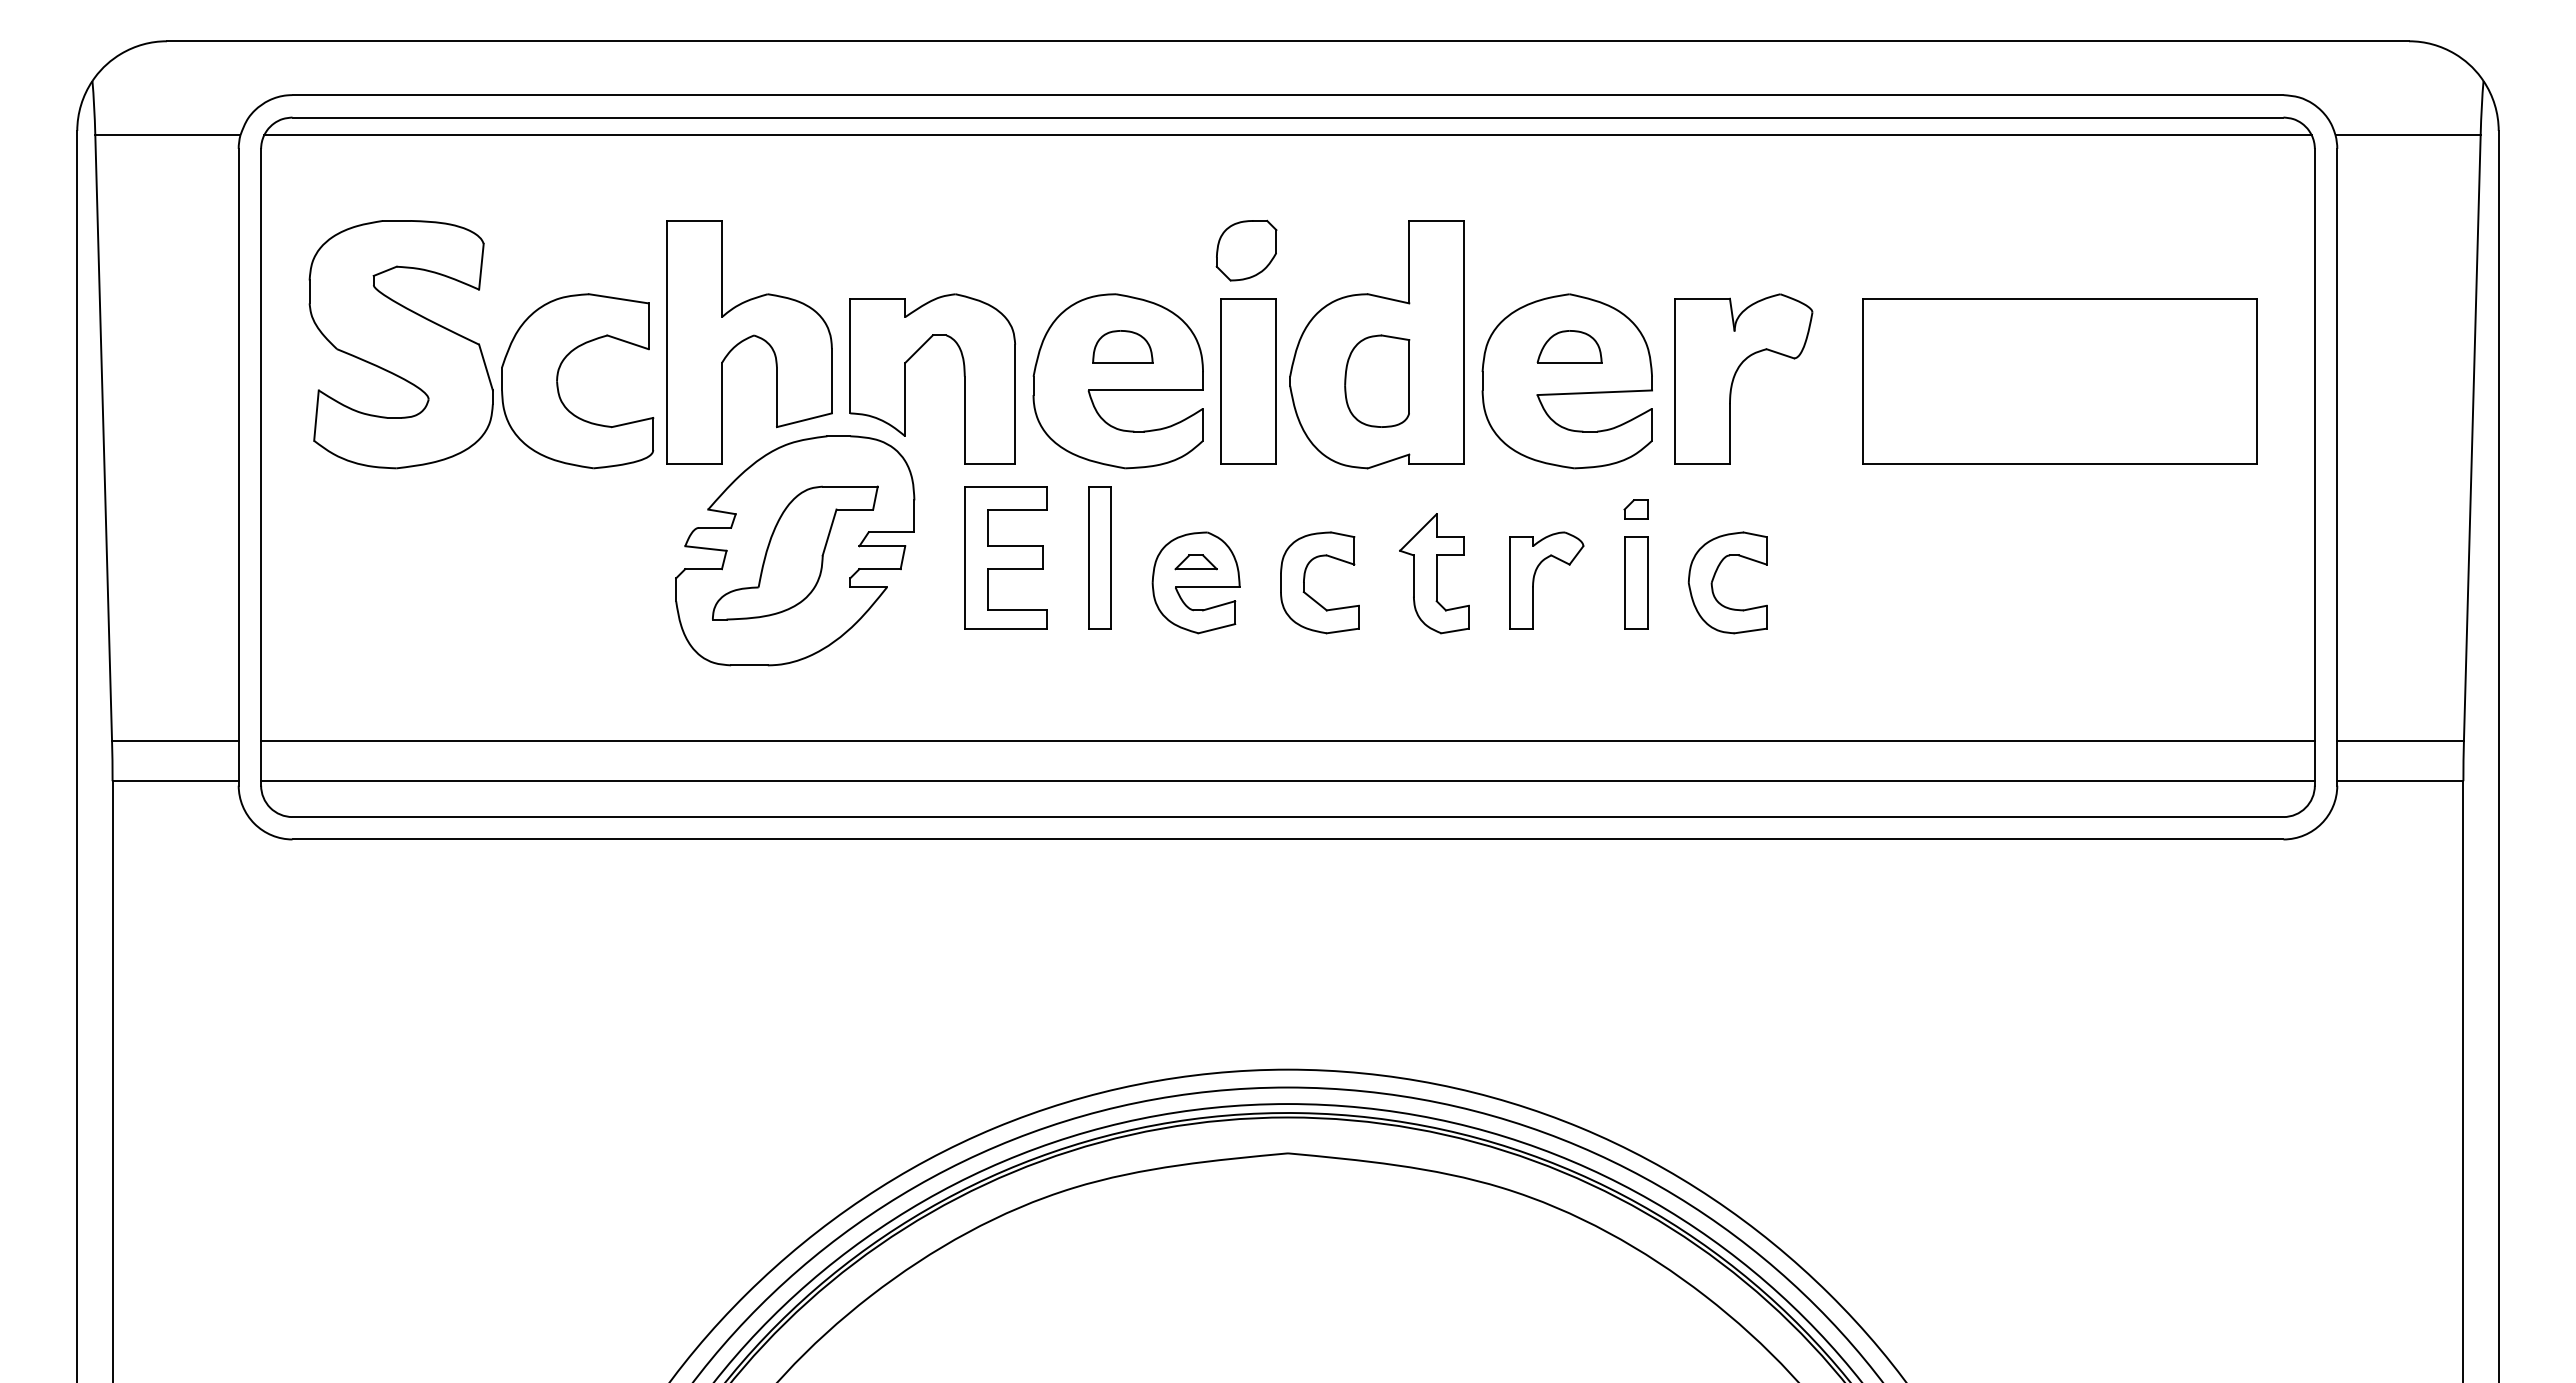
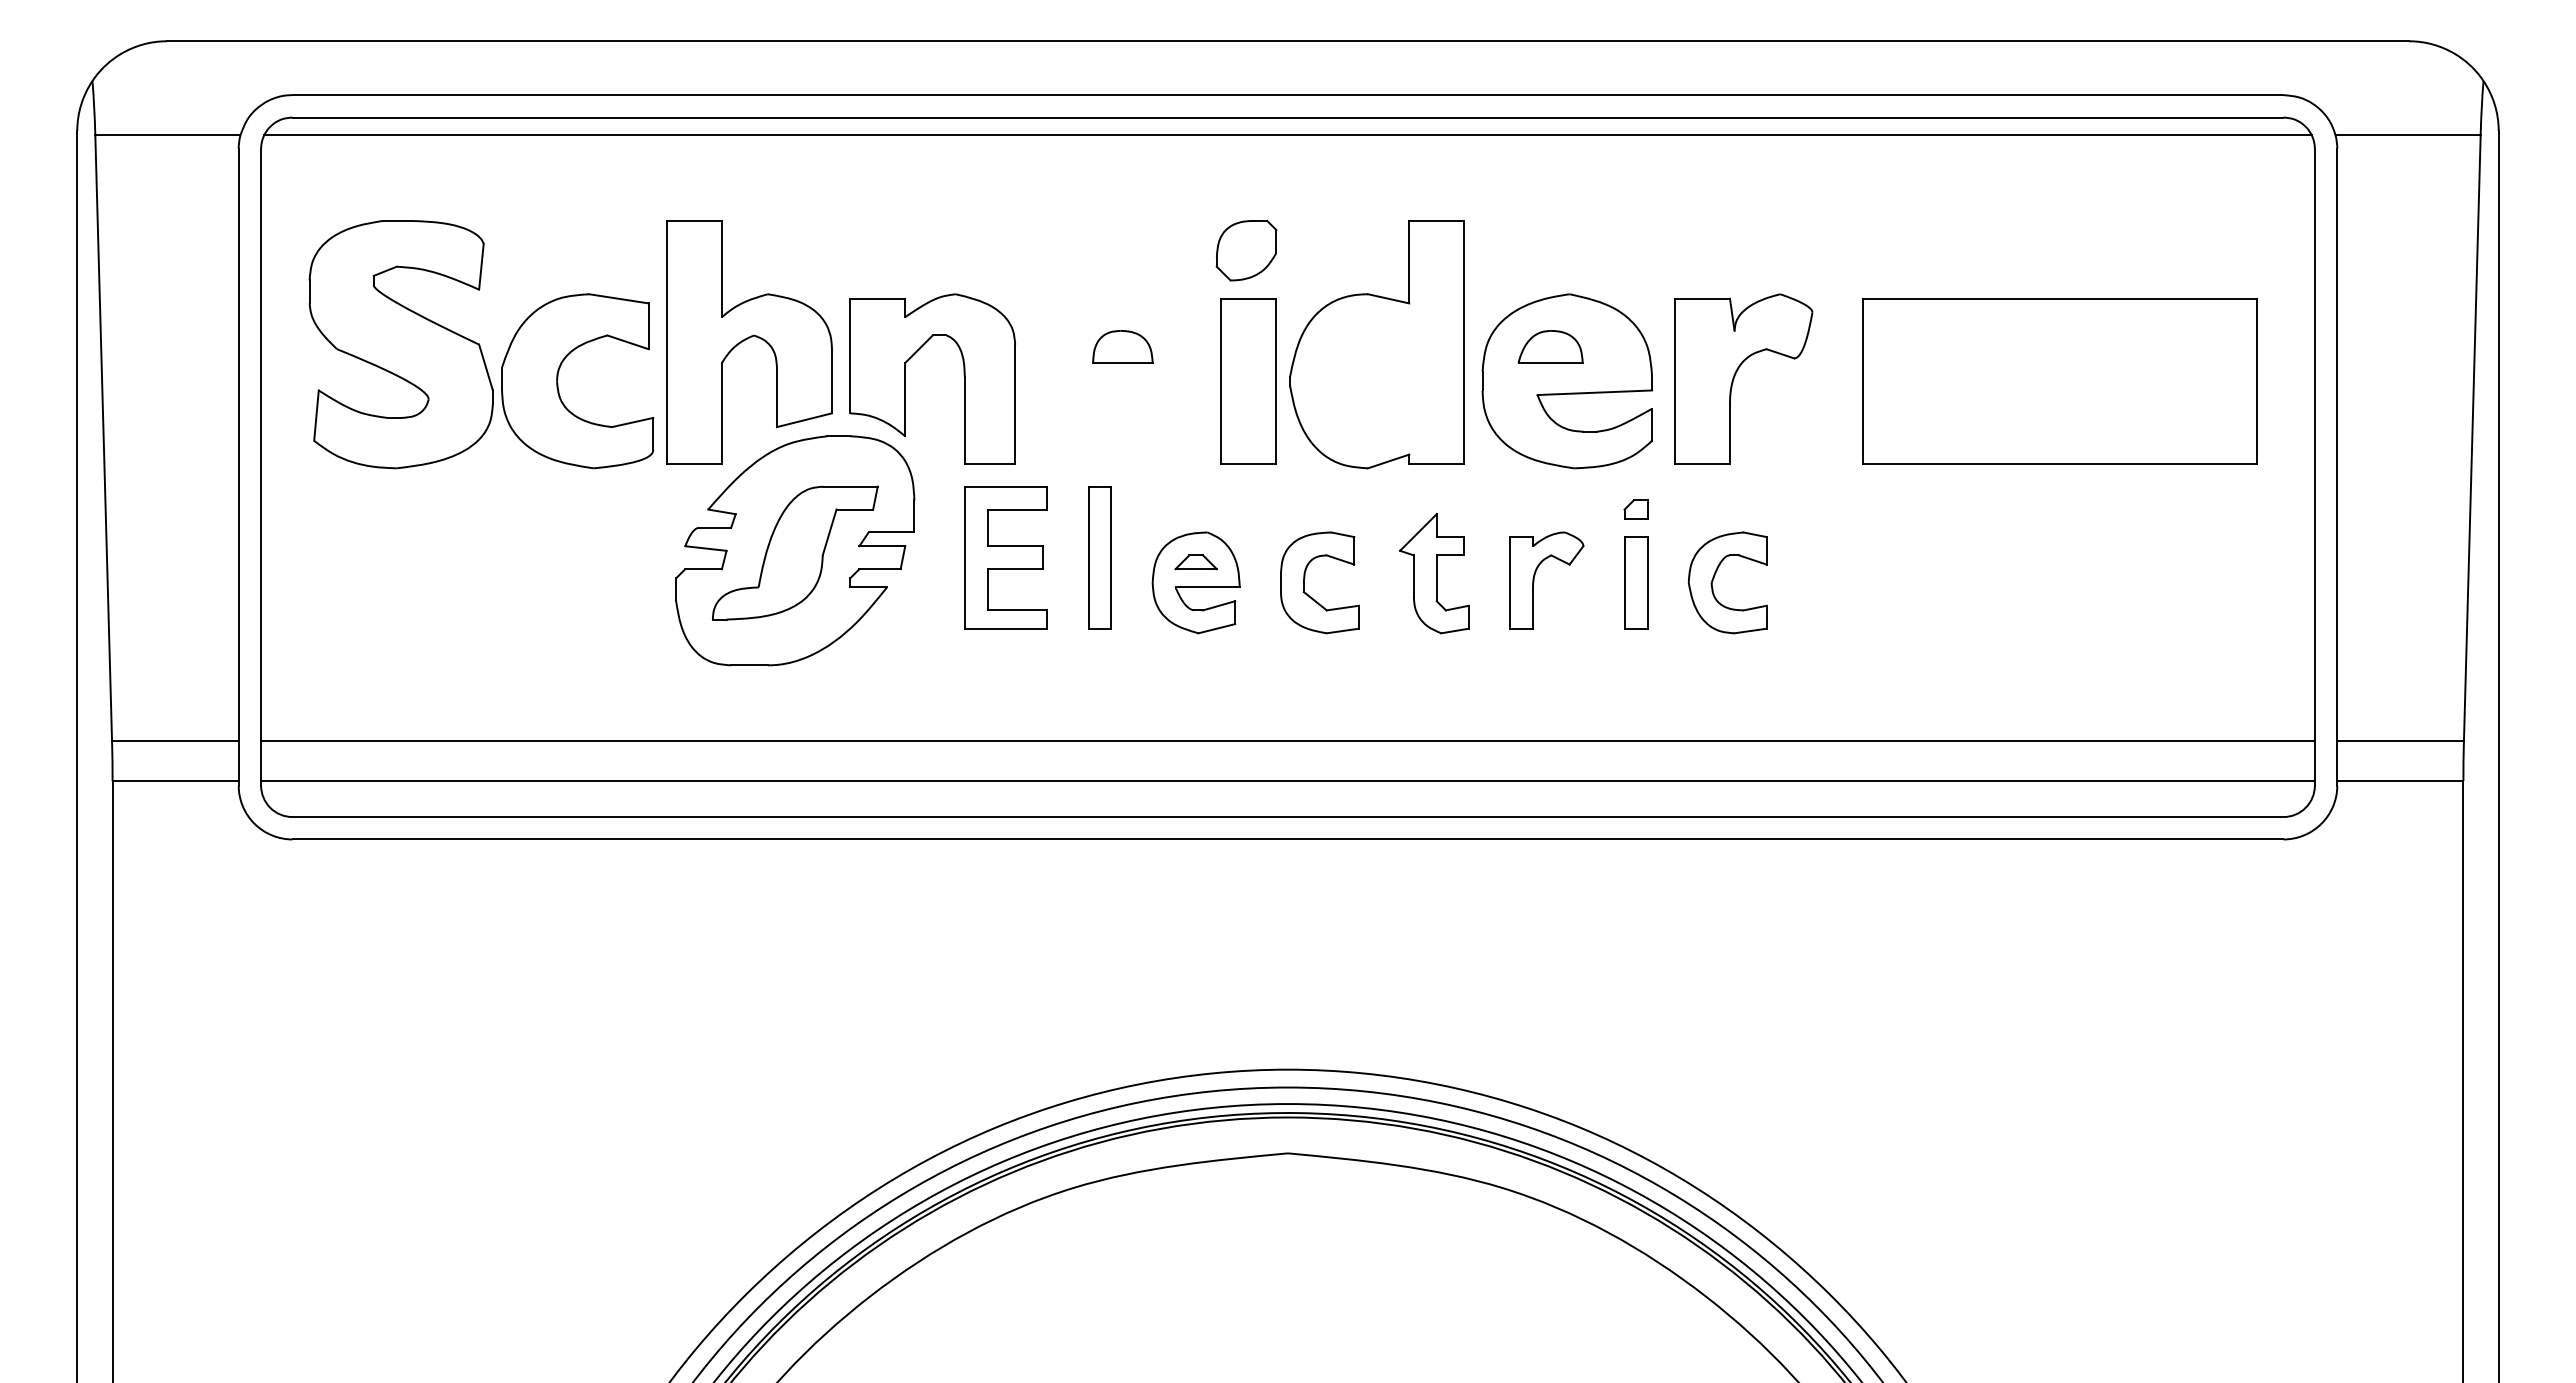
part at (1569, 346) position: (1569, 346) -> (1550, 346)
part at (1377, 380): present -> none
part at (1117, 381): present -> none
